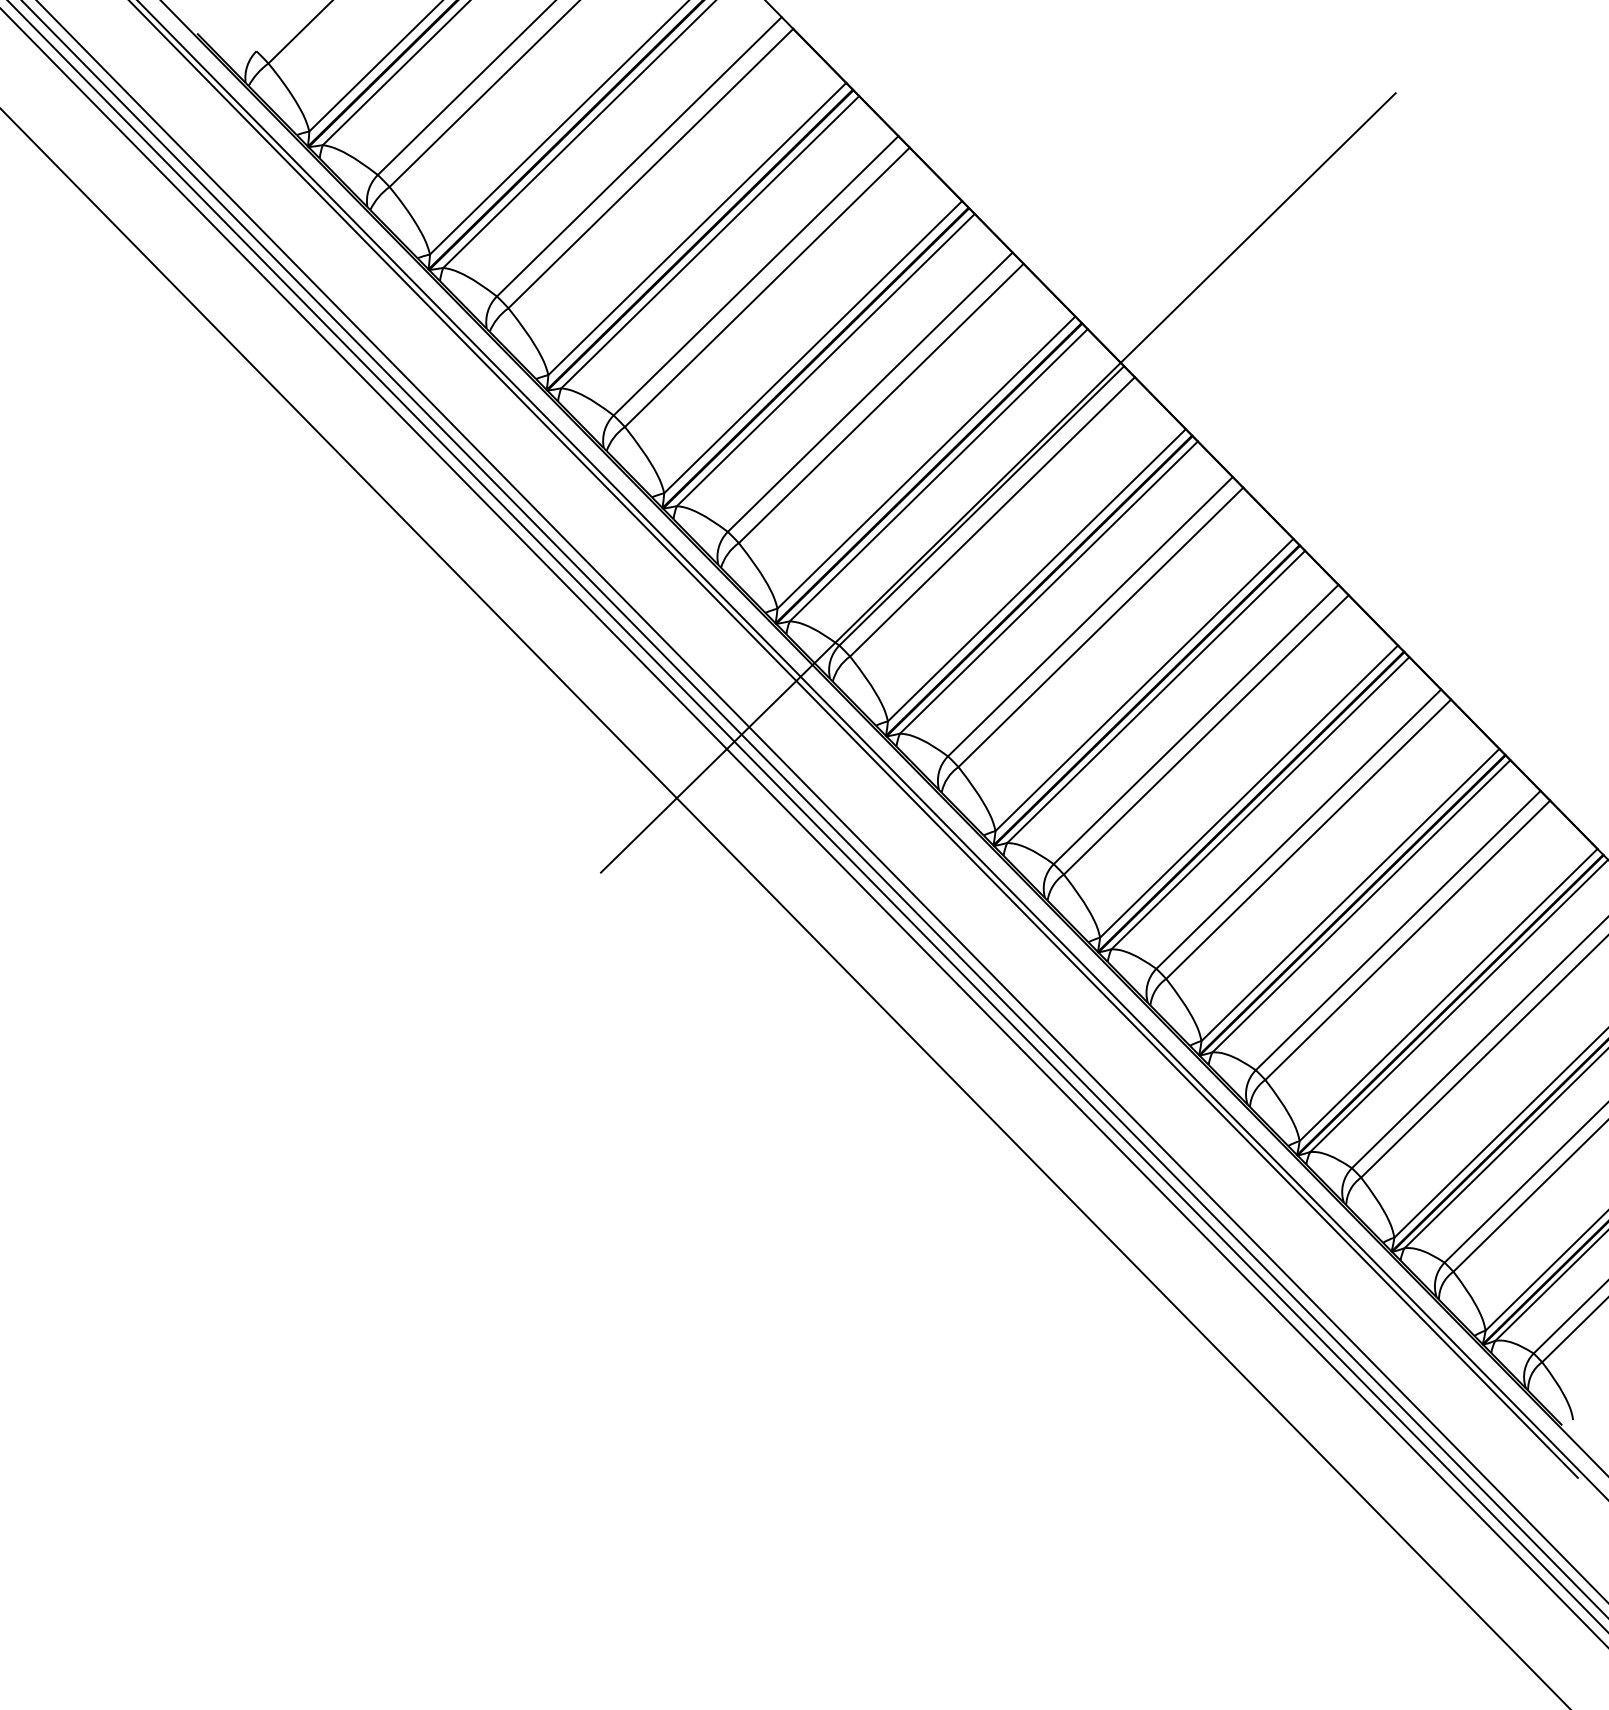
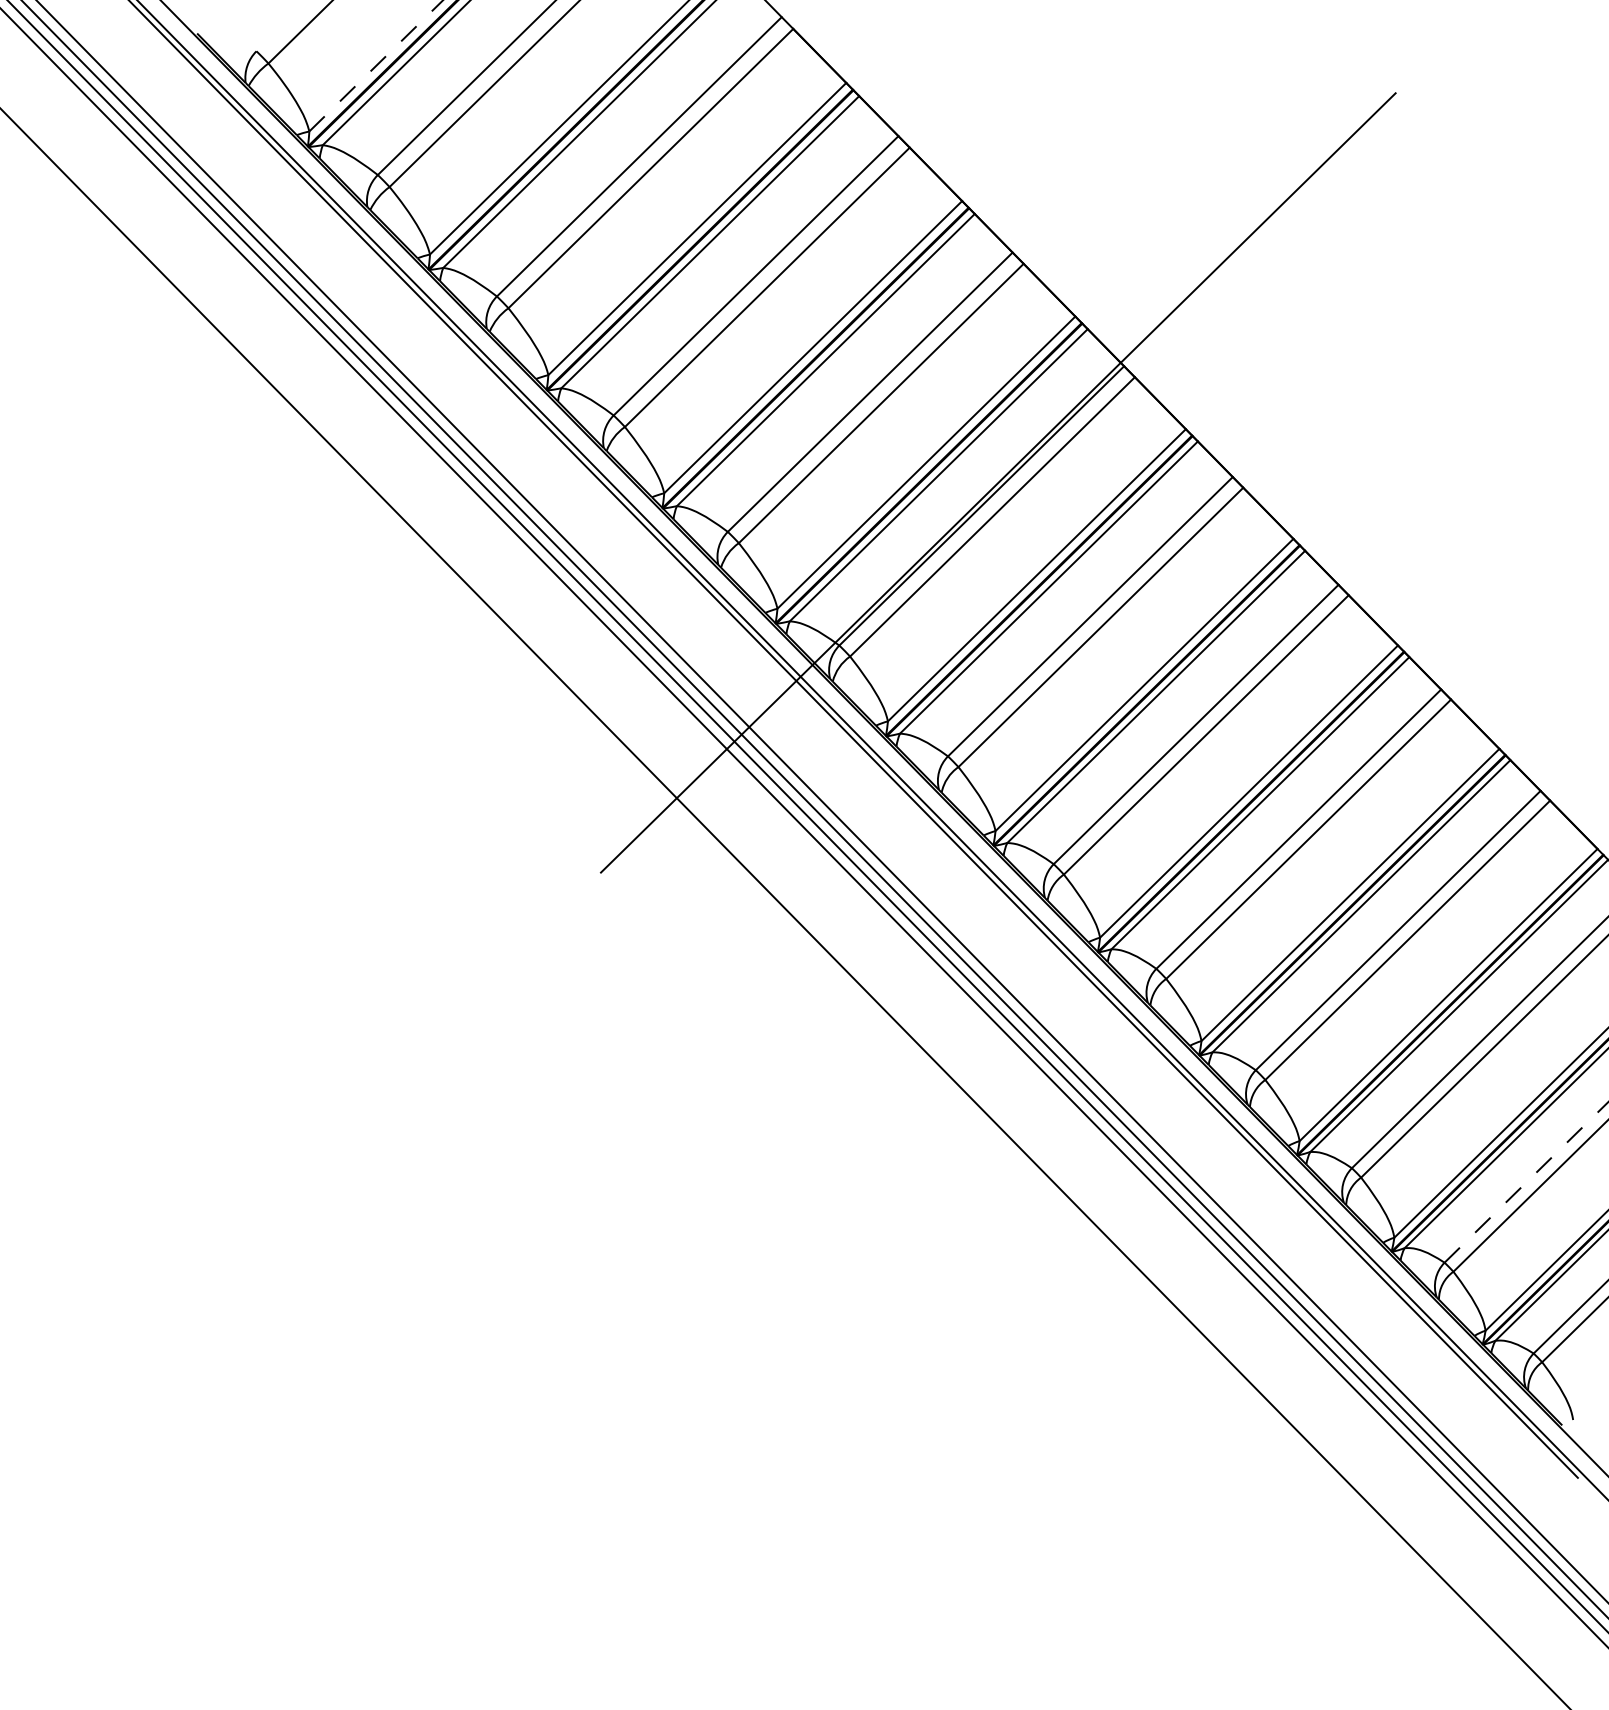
line at (376, 65): solid -> dashed
line at (1526, 1182): solid -> dashed
